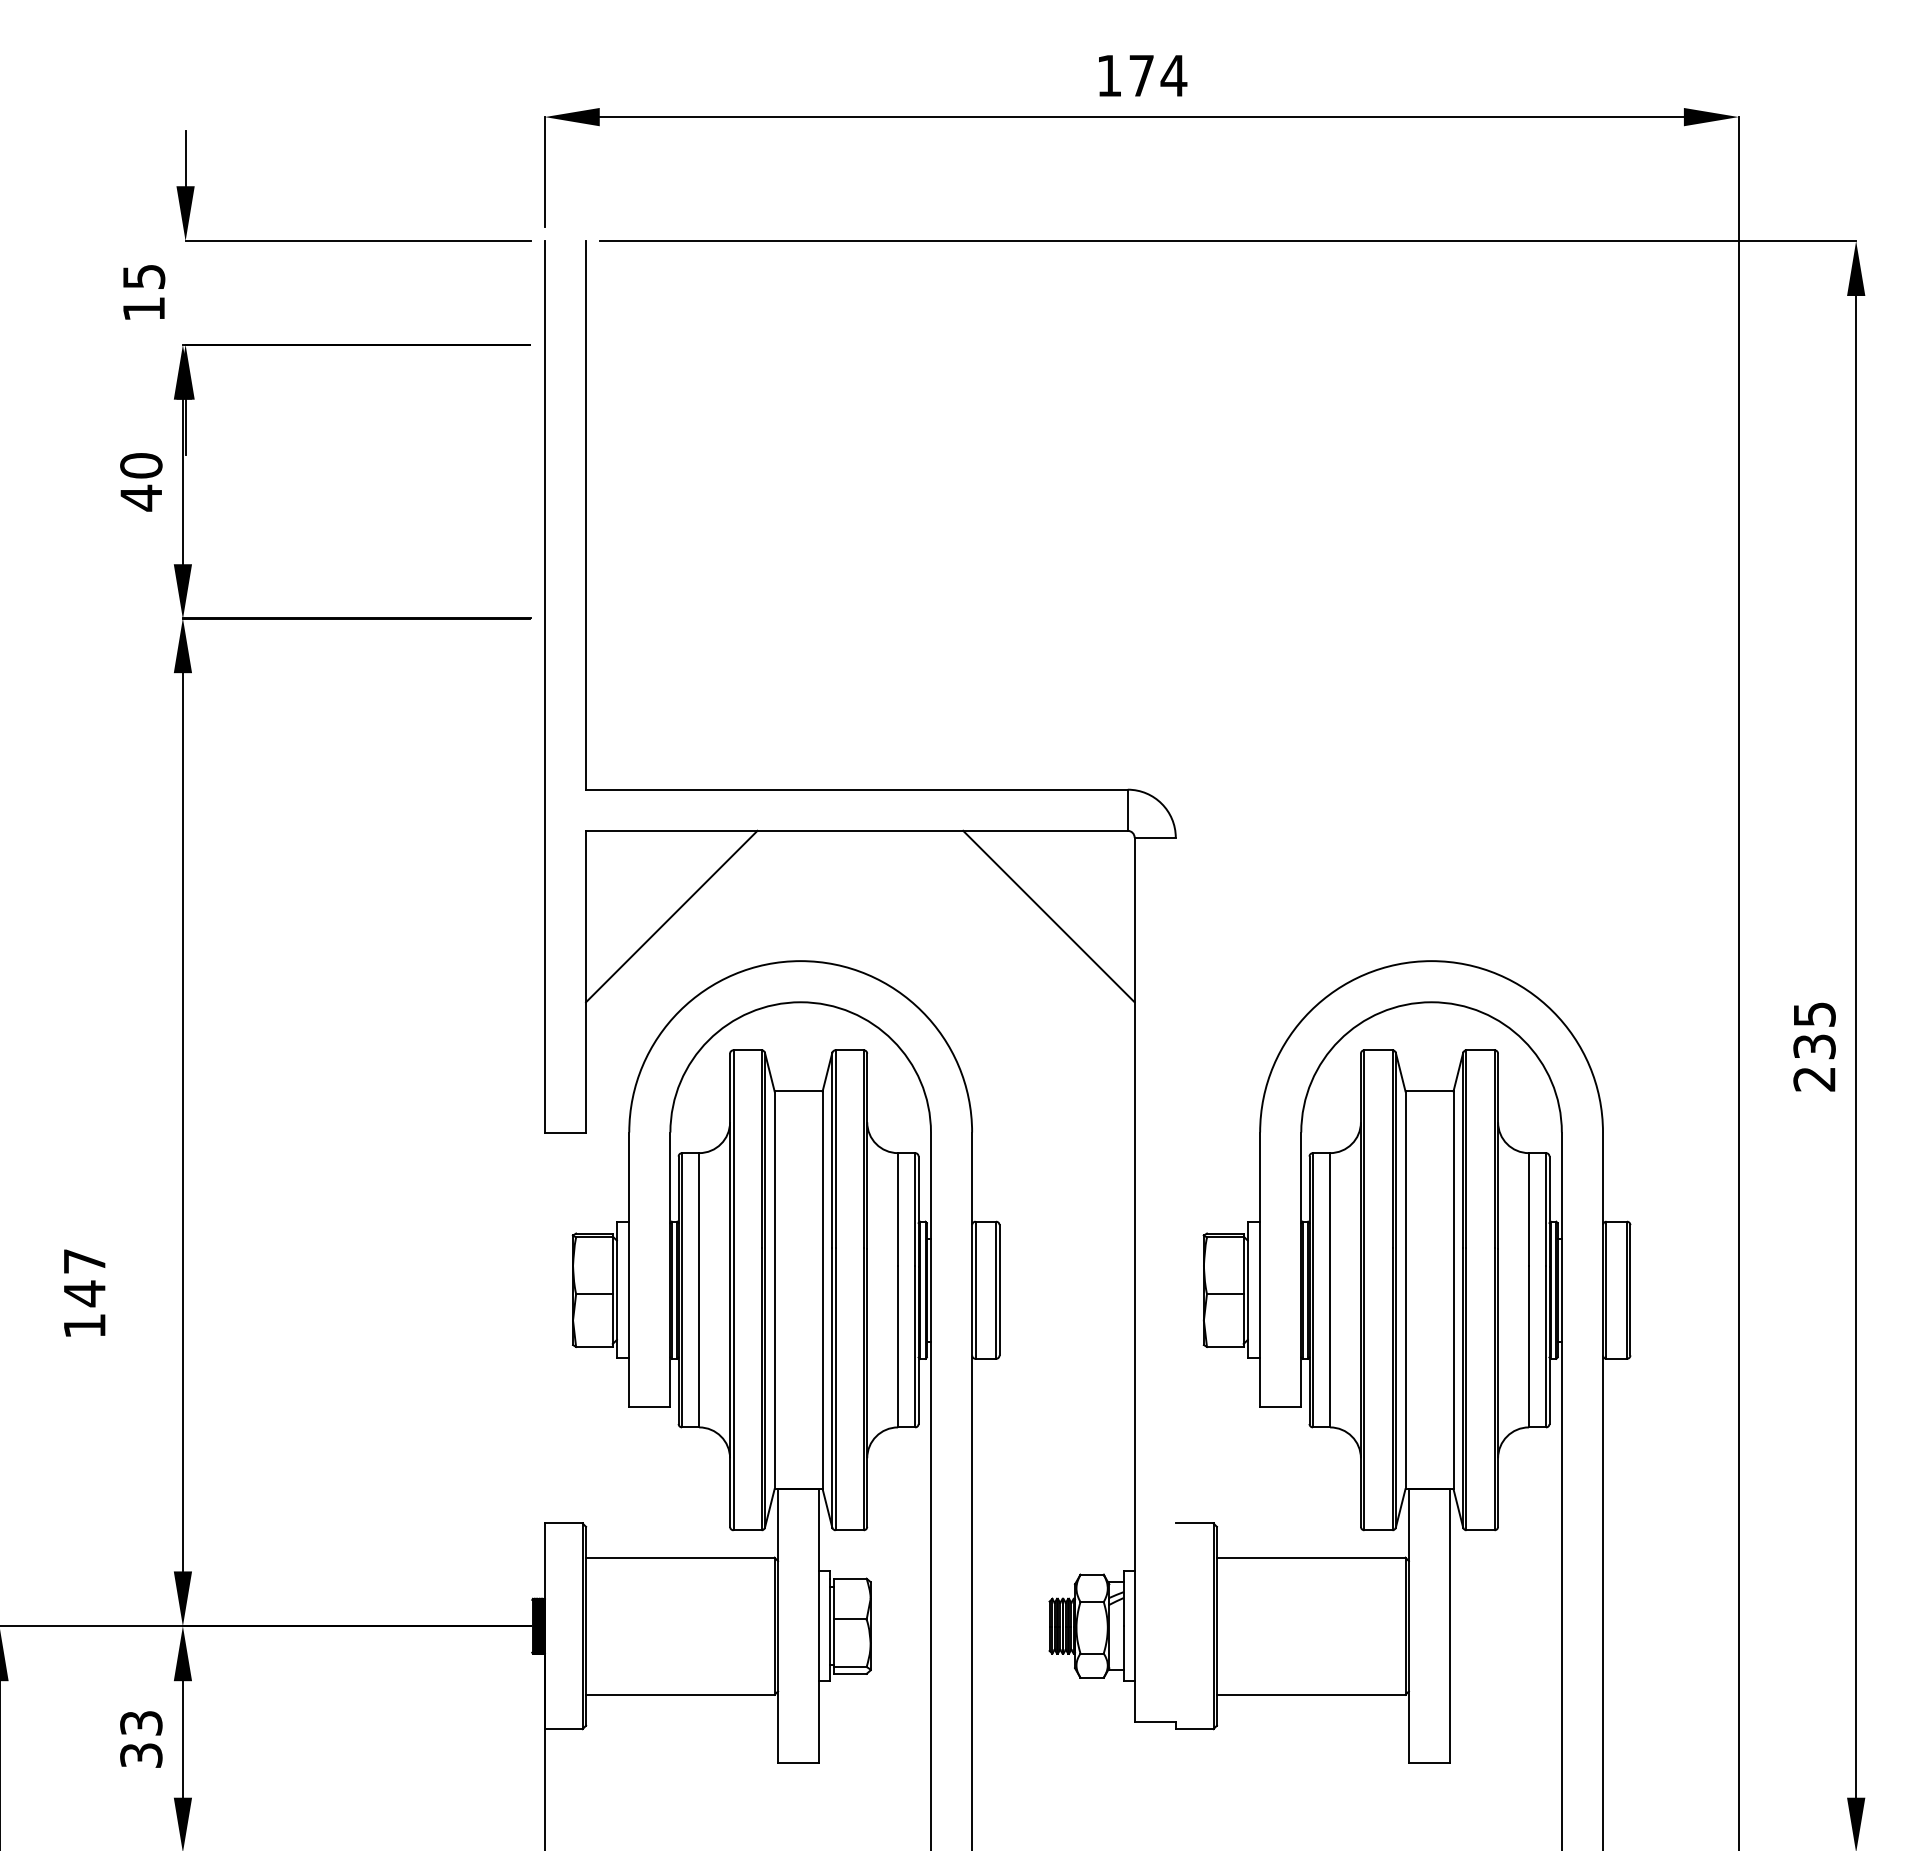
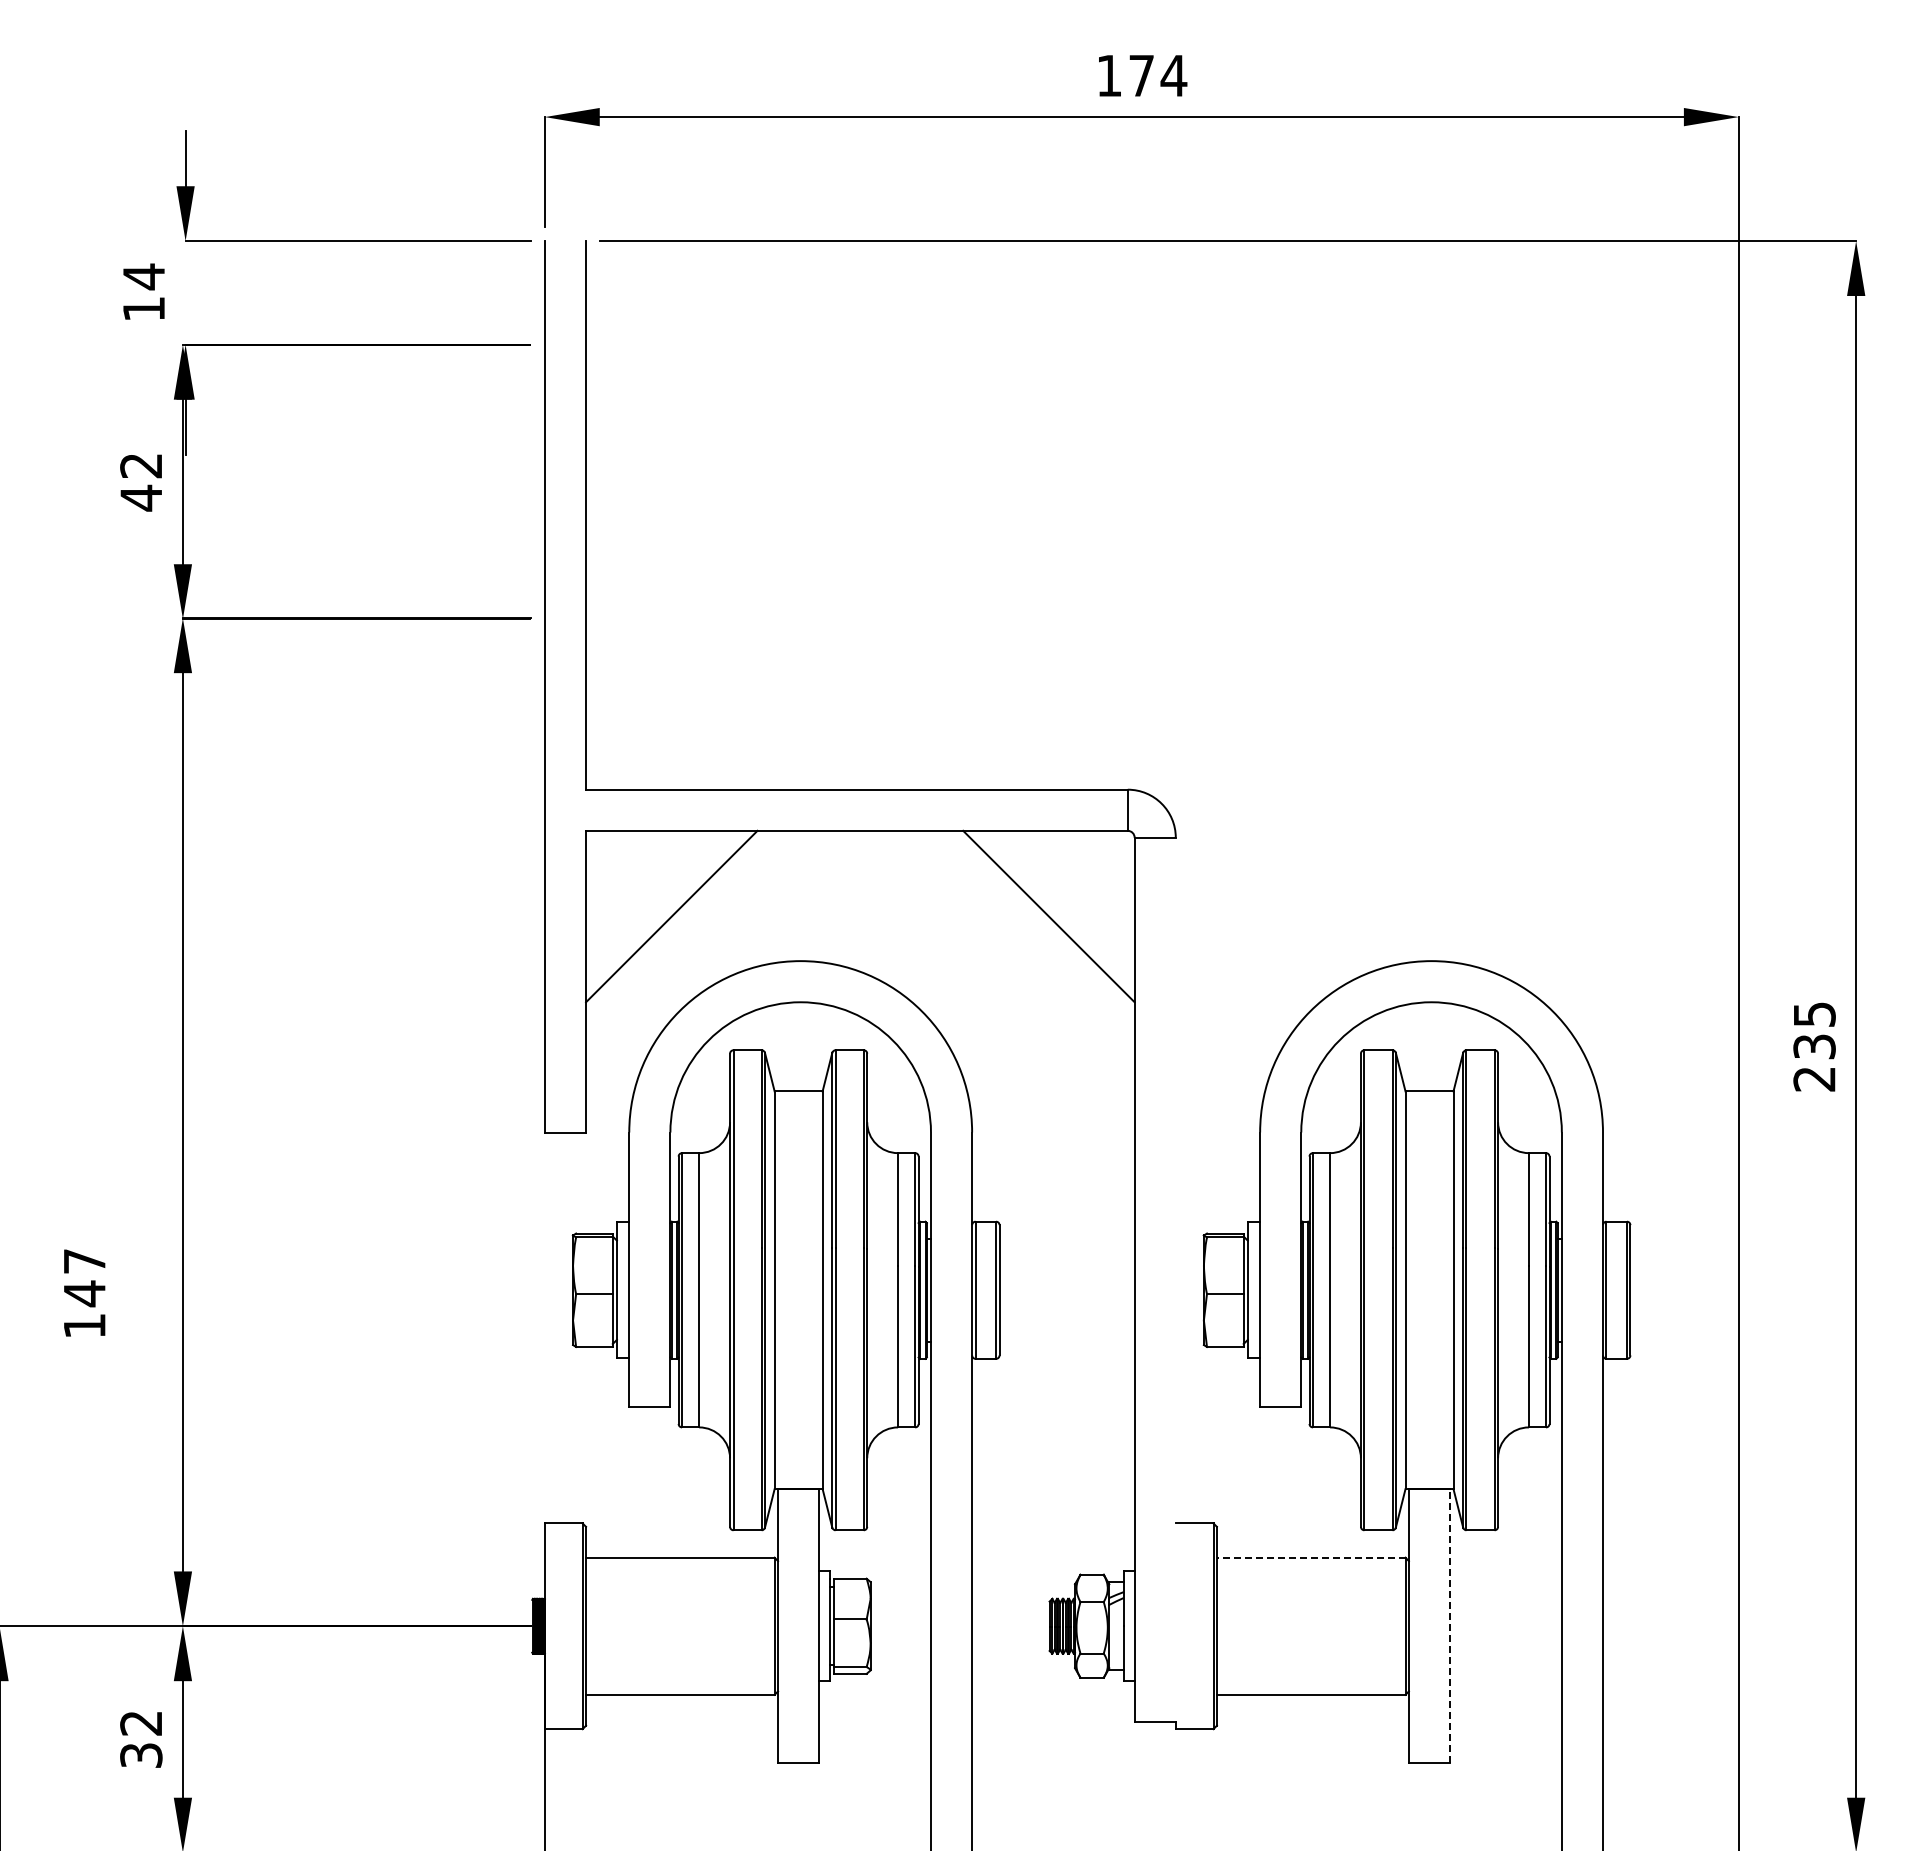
text at (144, 276): 15 -> 14
text at (141, 465): 40 -> 42
line at (1310, 1557): solid -> dashed
line at (1450, 1625): solid -> dashed
text at (141, 1723): 33 -> 32
